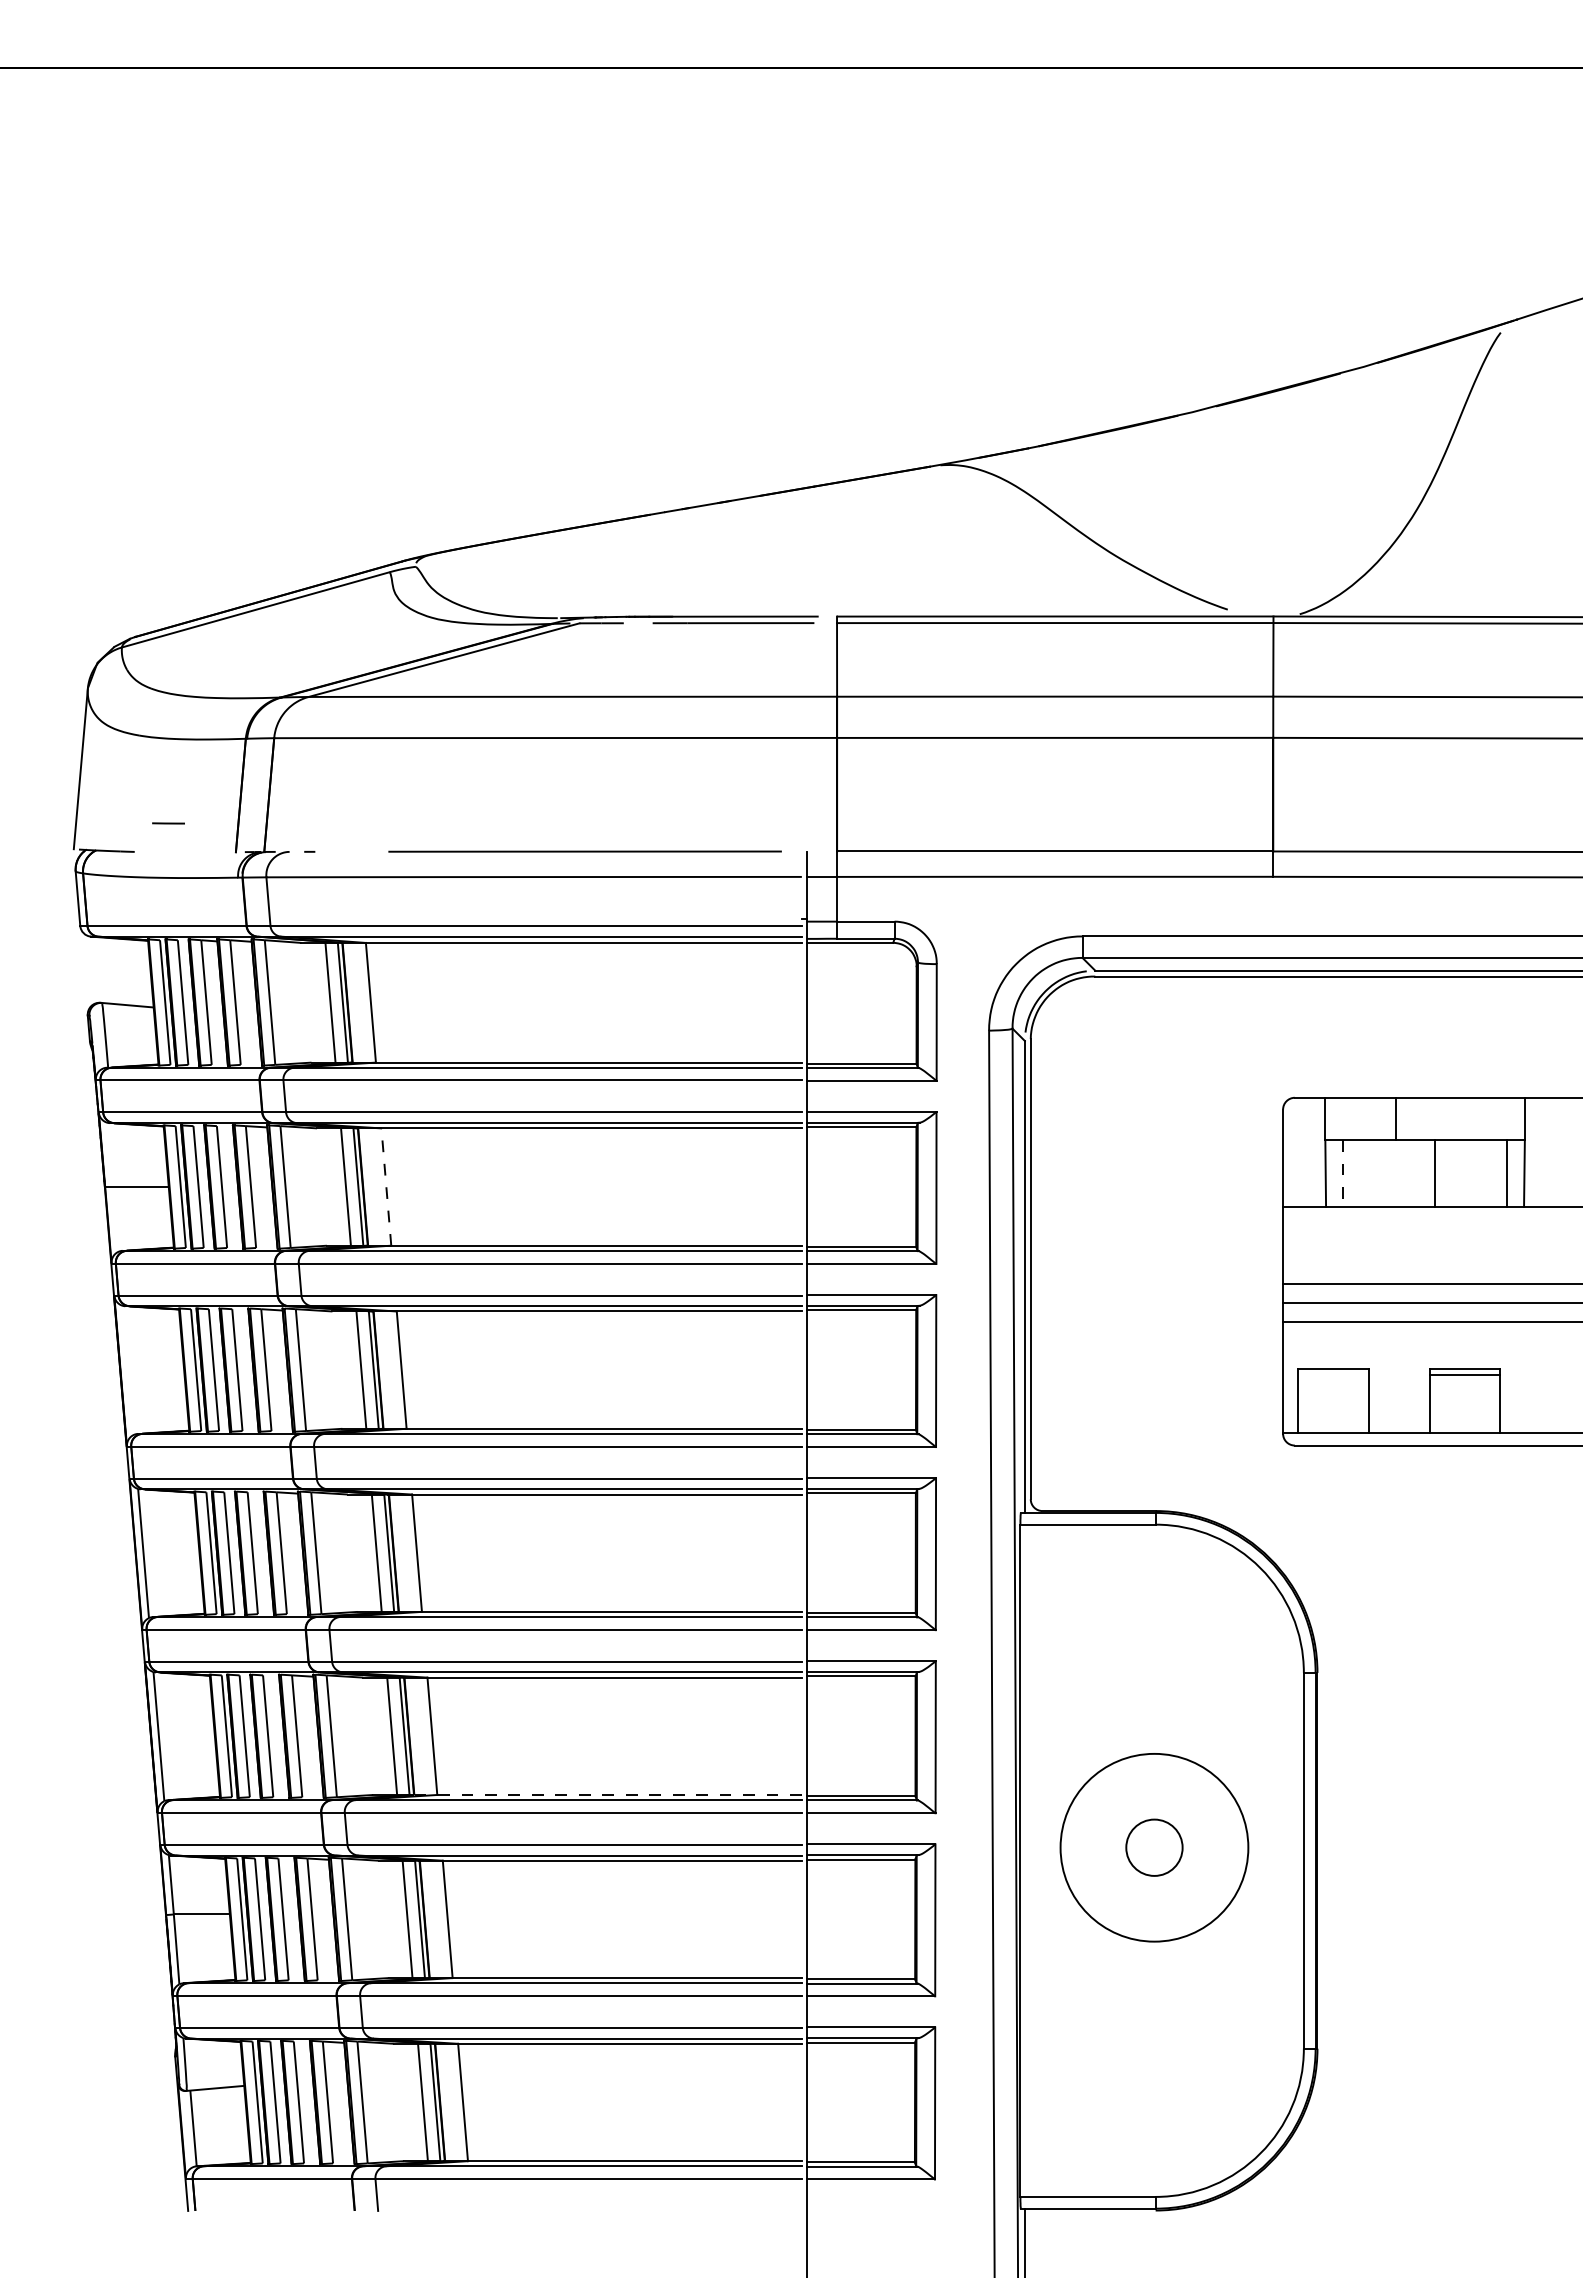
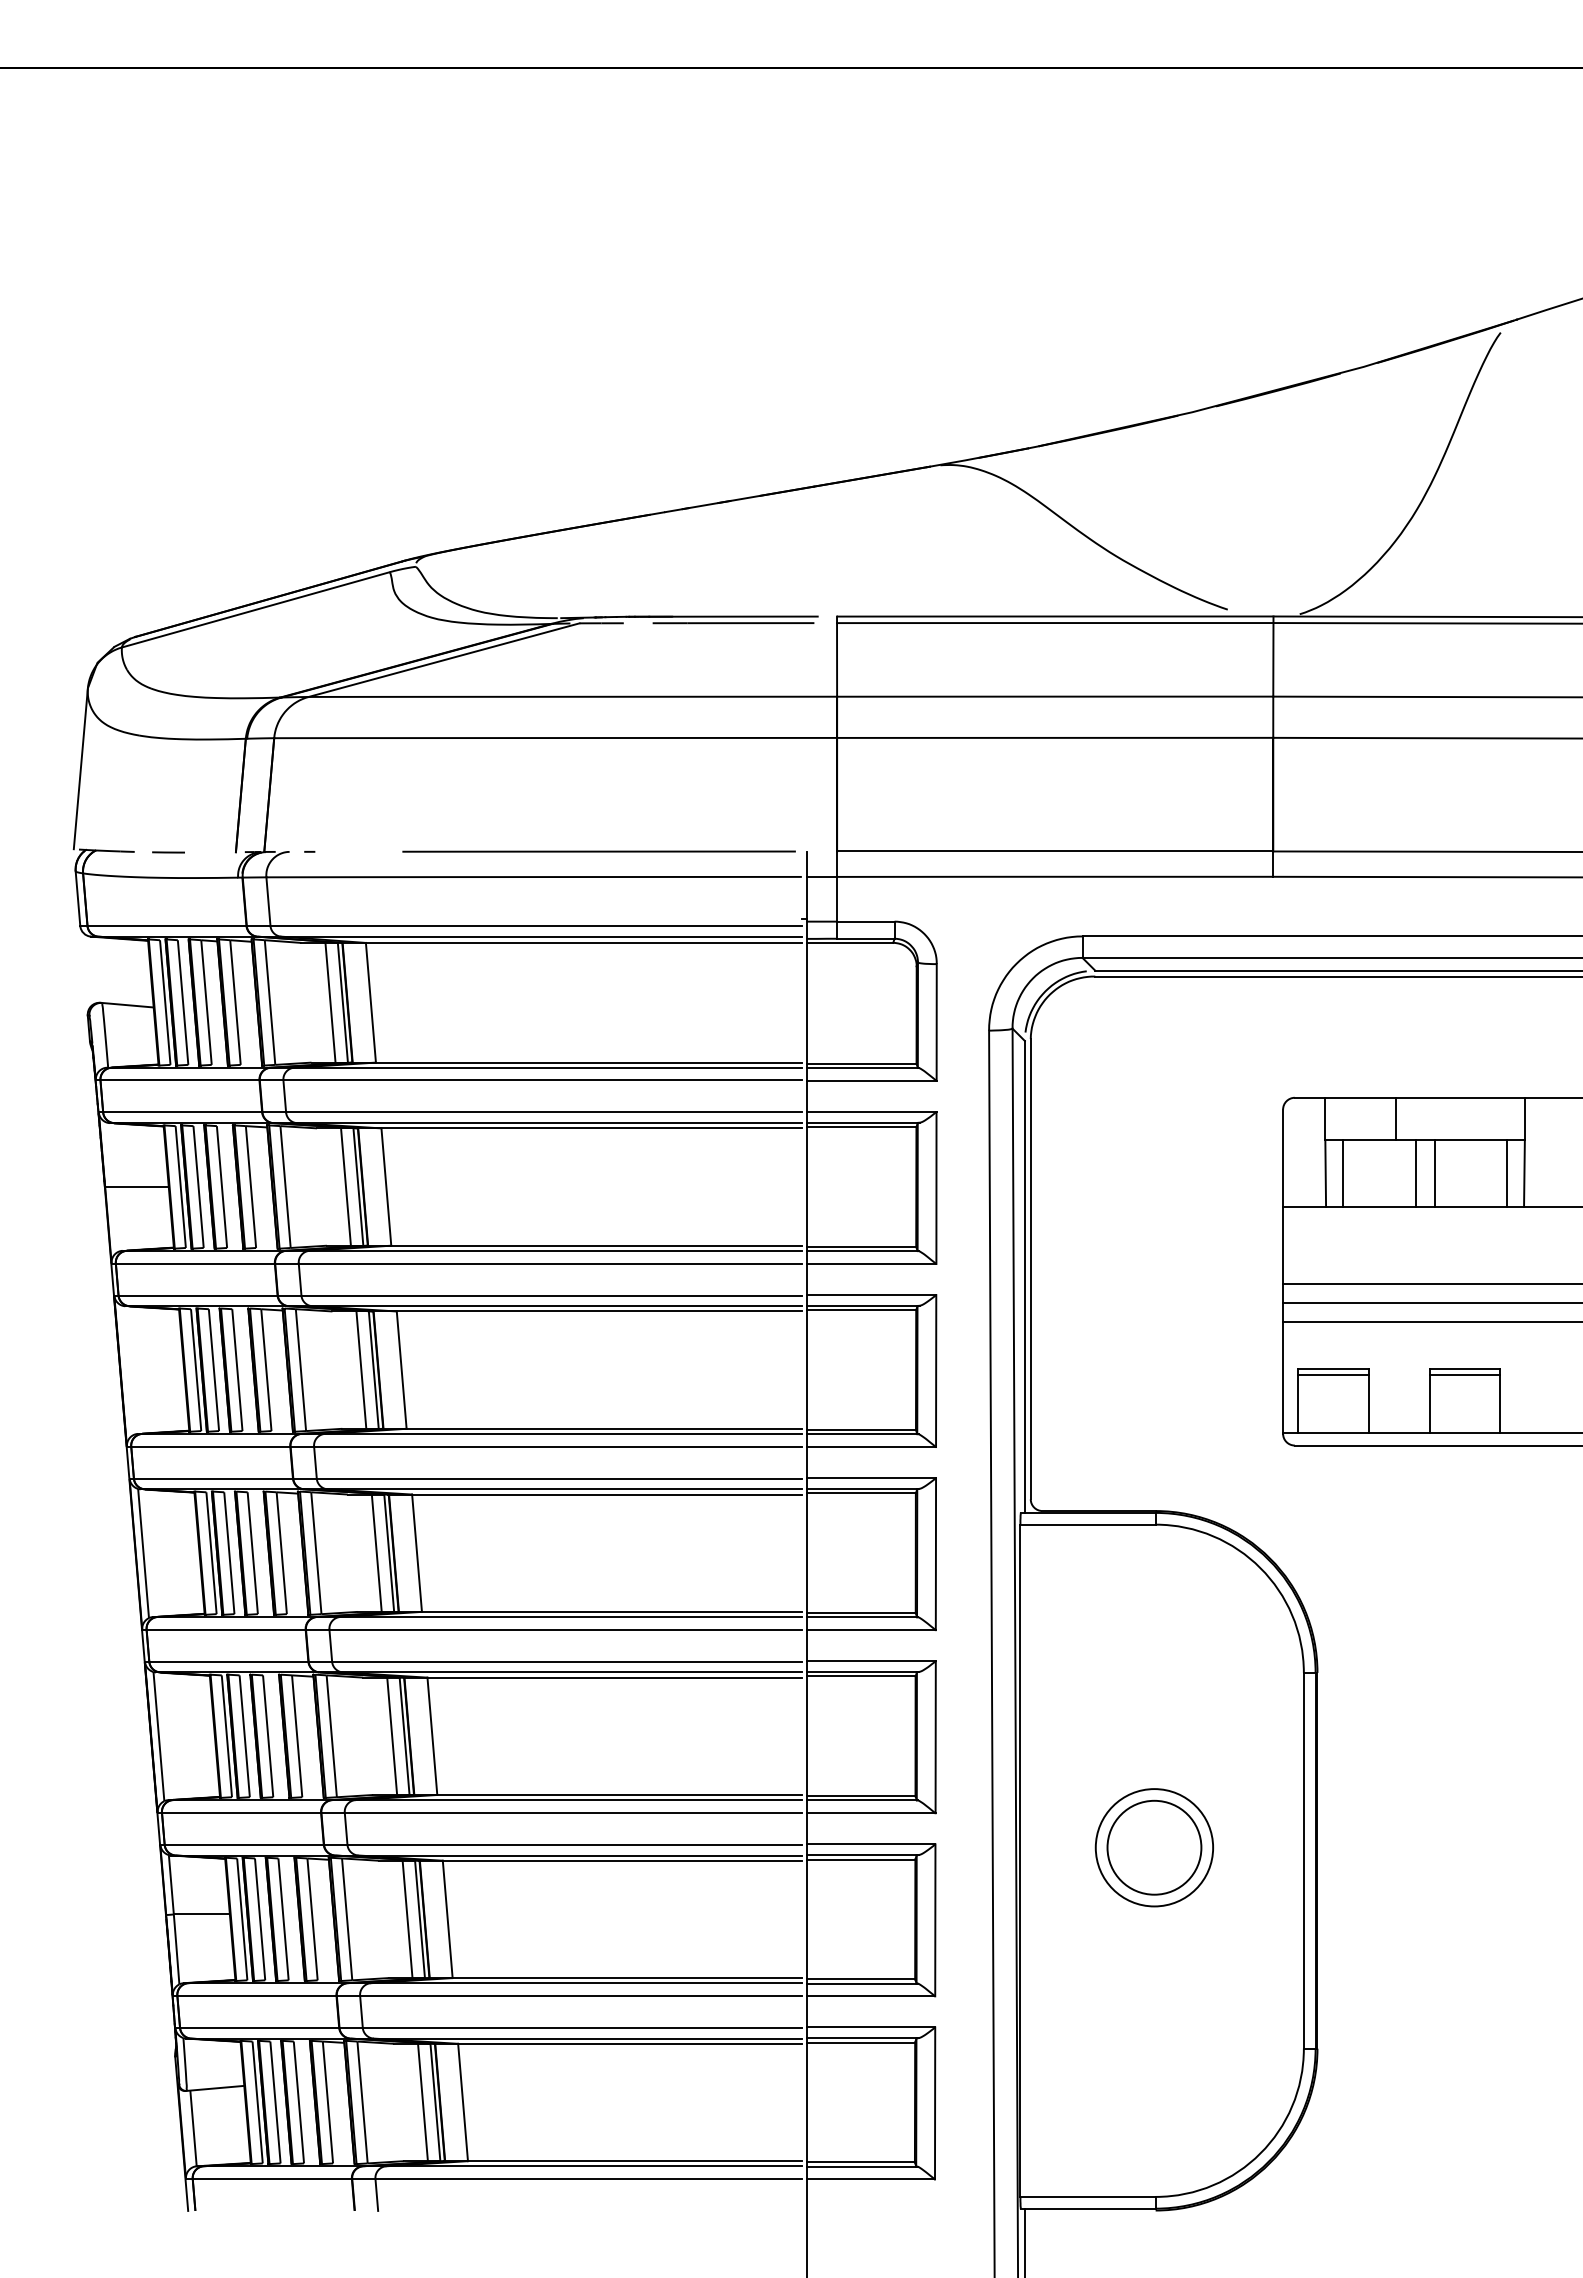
line at (168, 823) position: (168, 823) -> (168, 852)
line at (584, 851) position: (584, 851) -> (598, 851)
line at (1415, 1173): none -> present
line at (1343, 1174): dashed -> solid
line at (386, 1187): dashed -> solid
line at (1333, 1374): none -> present
line at (607, 1795): dashed -> solid
circle at (1154, 1847) diameter: 188 px -> 117 px
circle at (1154, 1847) diameter: 56 px -> 94 px
